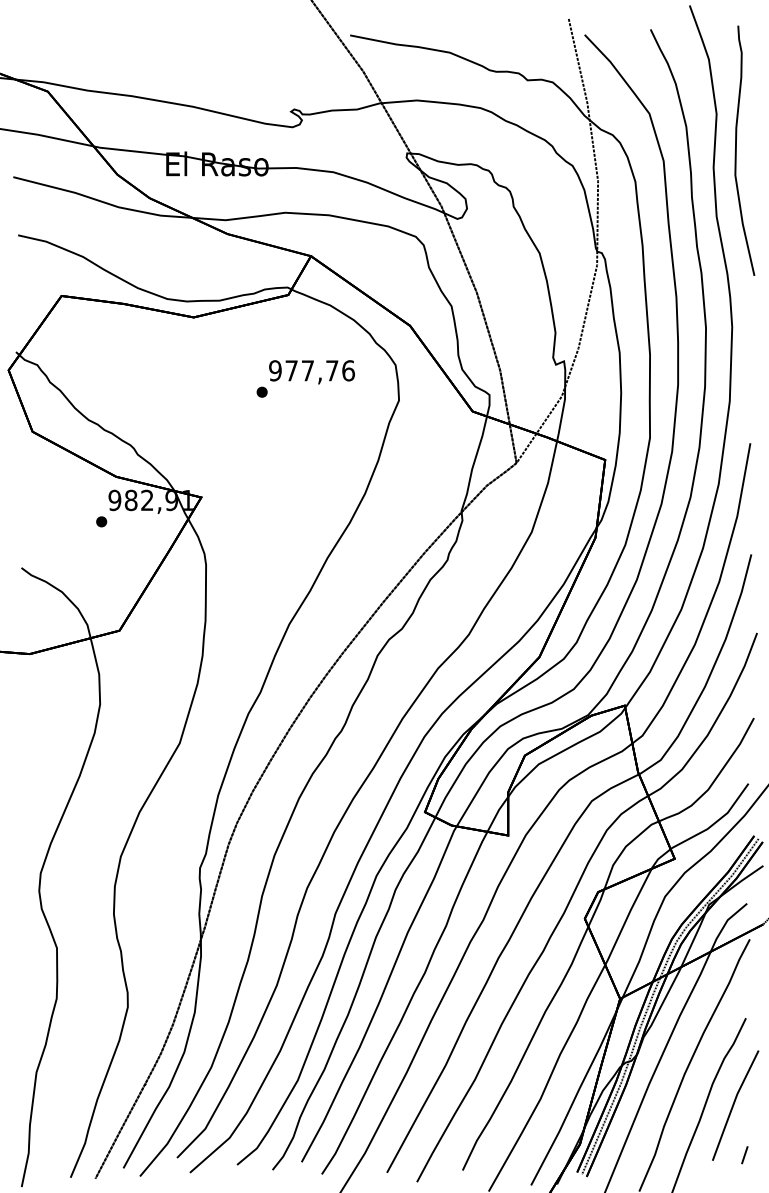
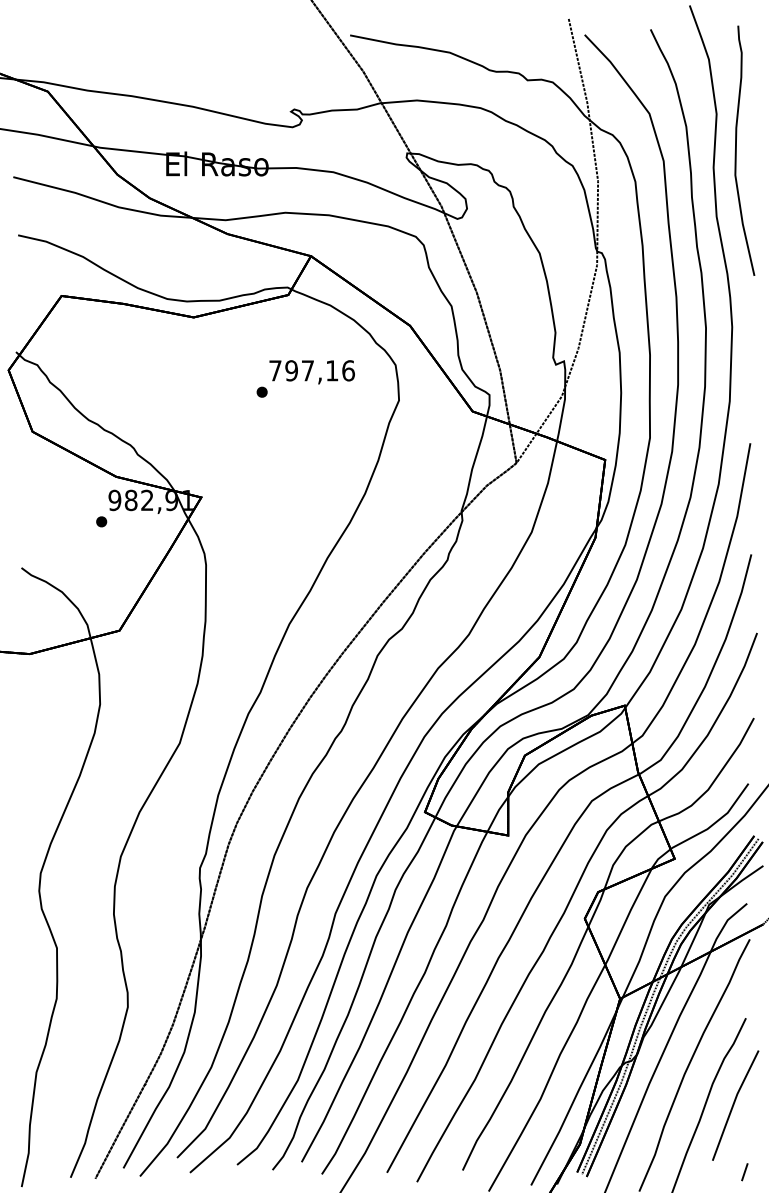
text at (303, 370): 977,76 -> 797,16
line at (744, 1155) position: (744, 1155) -> (744, 1172)
